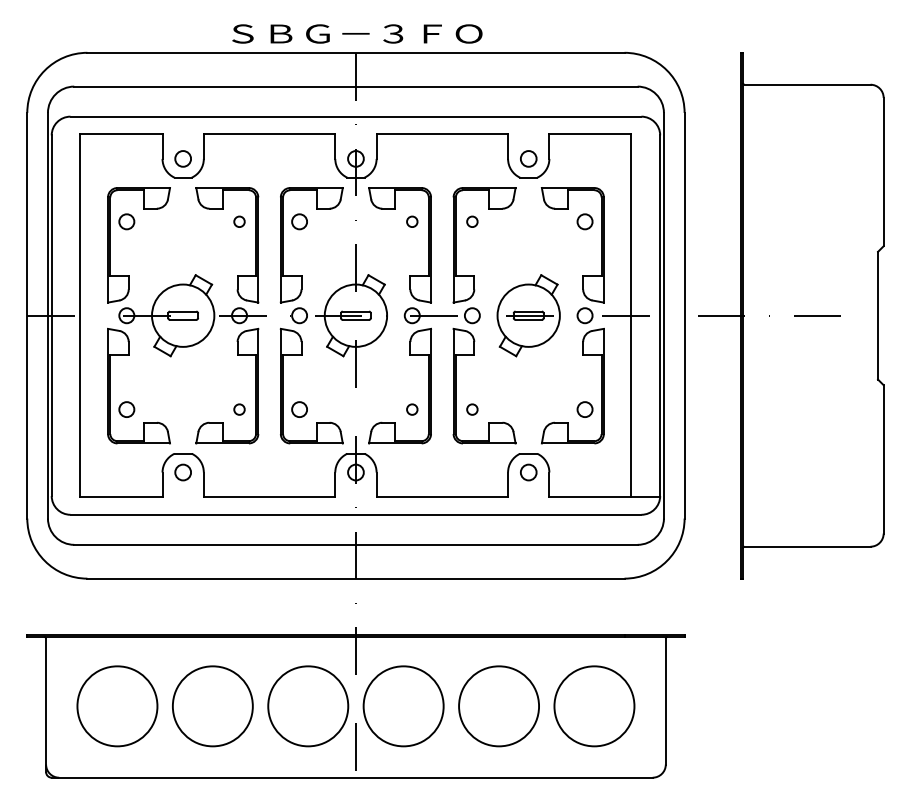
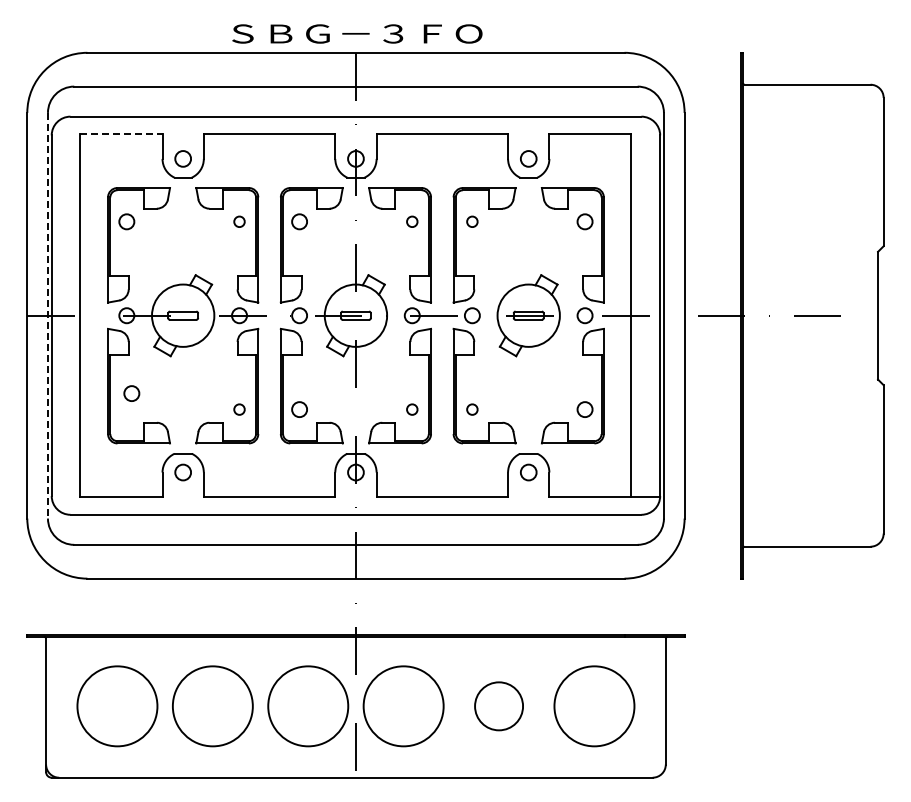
line at (121, 134): solid -> dashed
line at (47, 315): solid -> dashed
circle at (126, 409) position: (126, 409) -> (131, 393)
circle at (499, 706) diameter: 80 px -> 48 px
